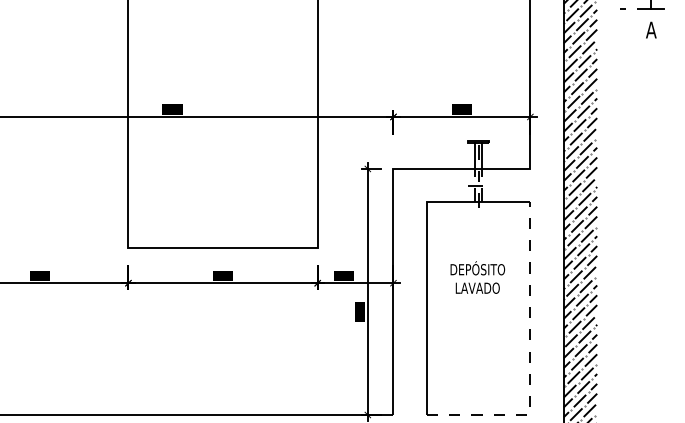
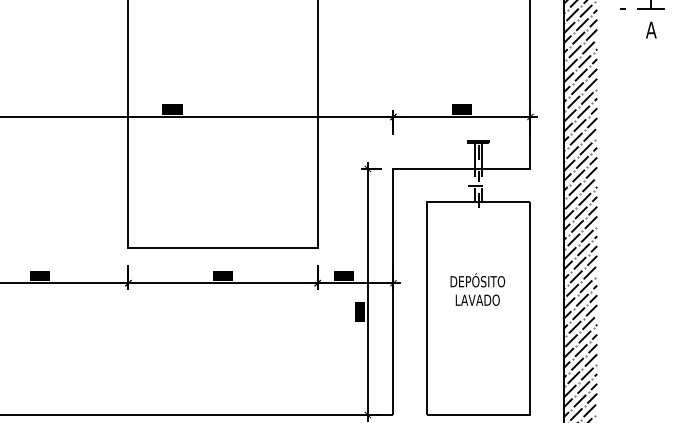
text at (477, 277) position: (477, 277) -> (477, 289)
line at (530, 361): dashed -> solid
